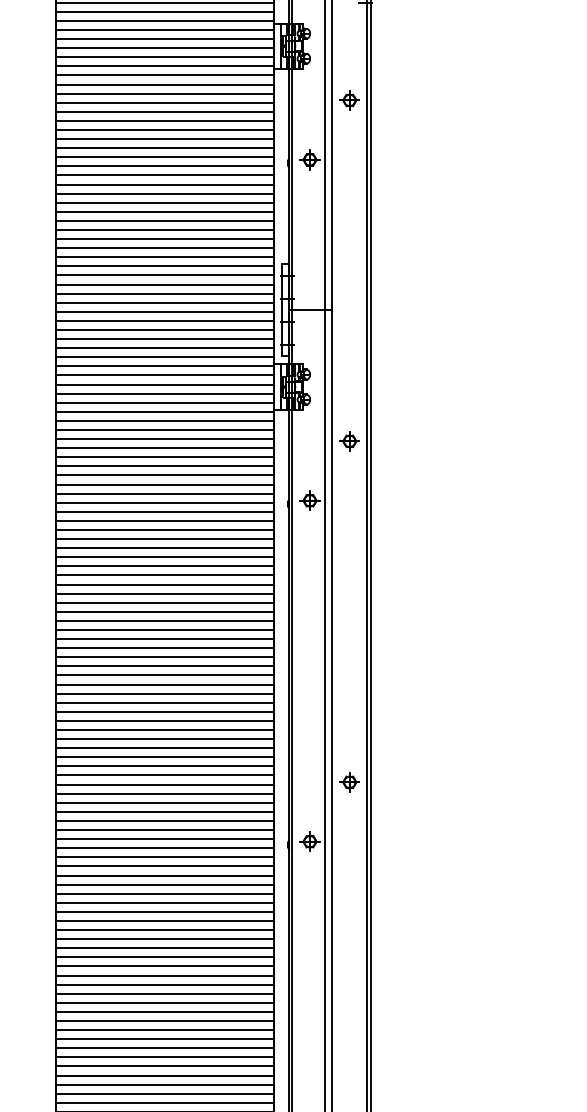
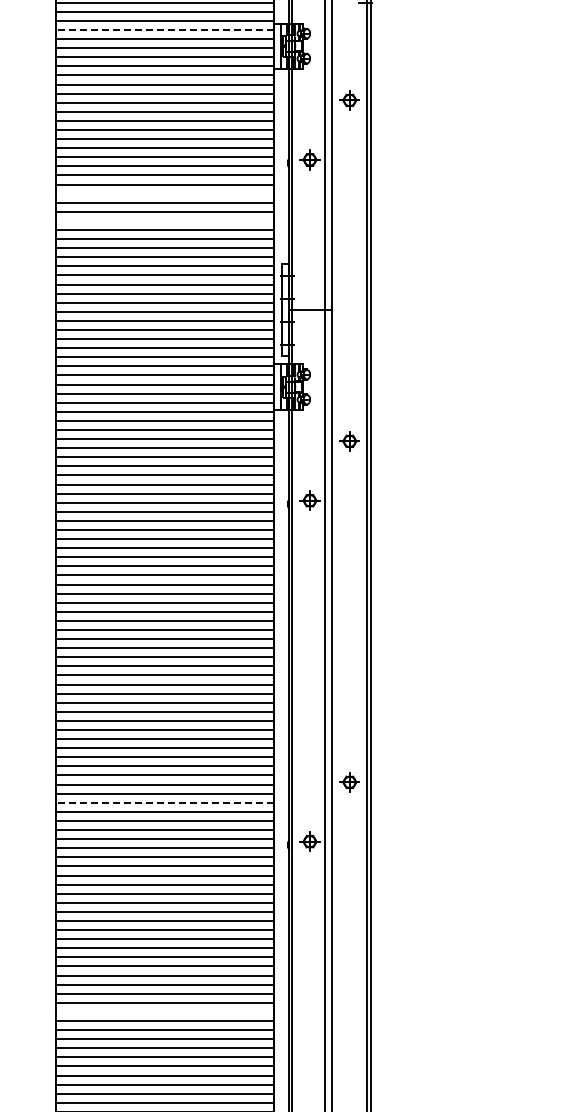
line at (165, 29): solid -> dashed
line at (165, 193): present -> none
line at (165, 220): present -> none
line at (165, 802): solid -> dashed
line at (165, 1011): present -> none
